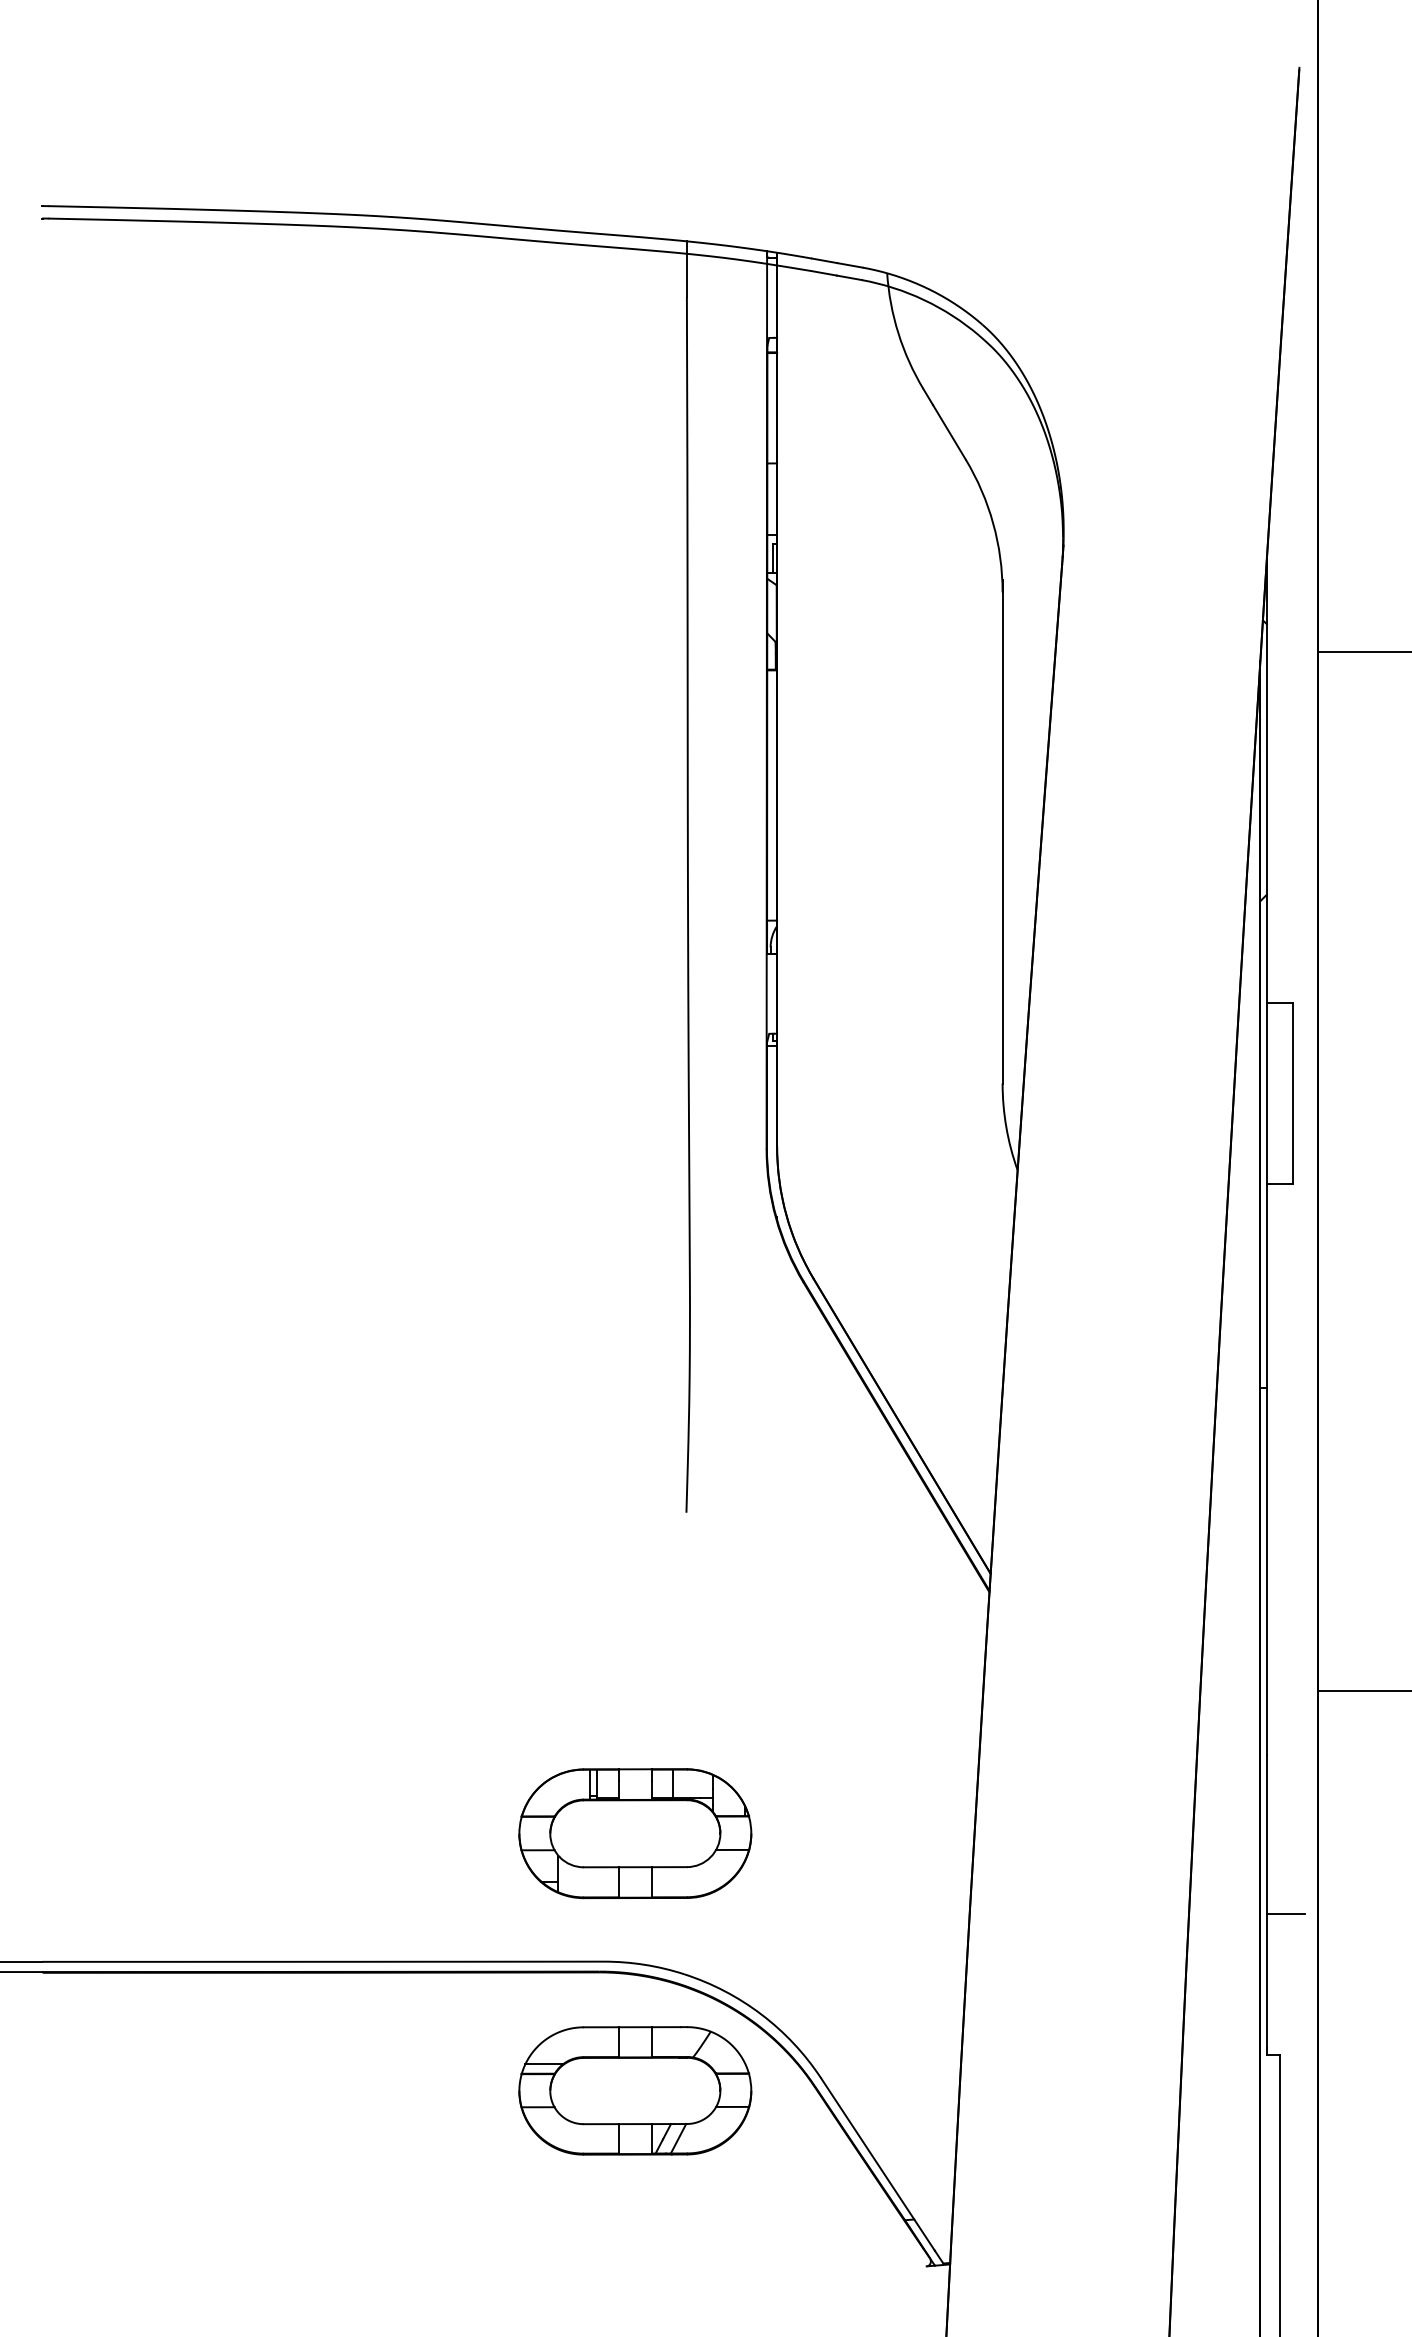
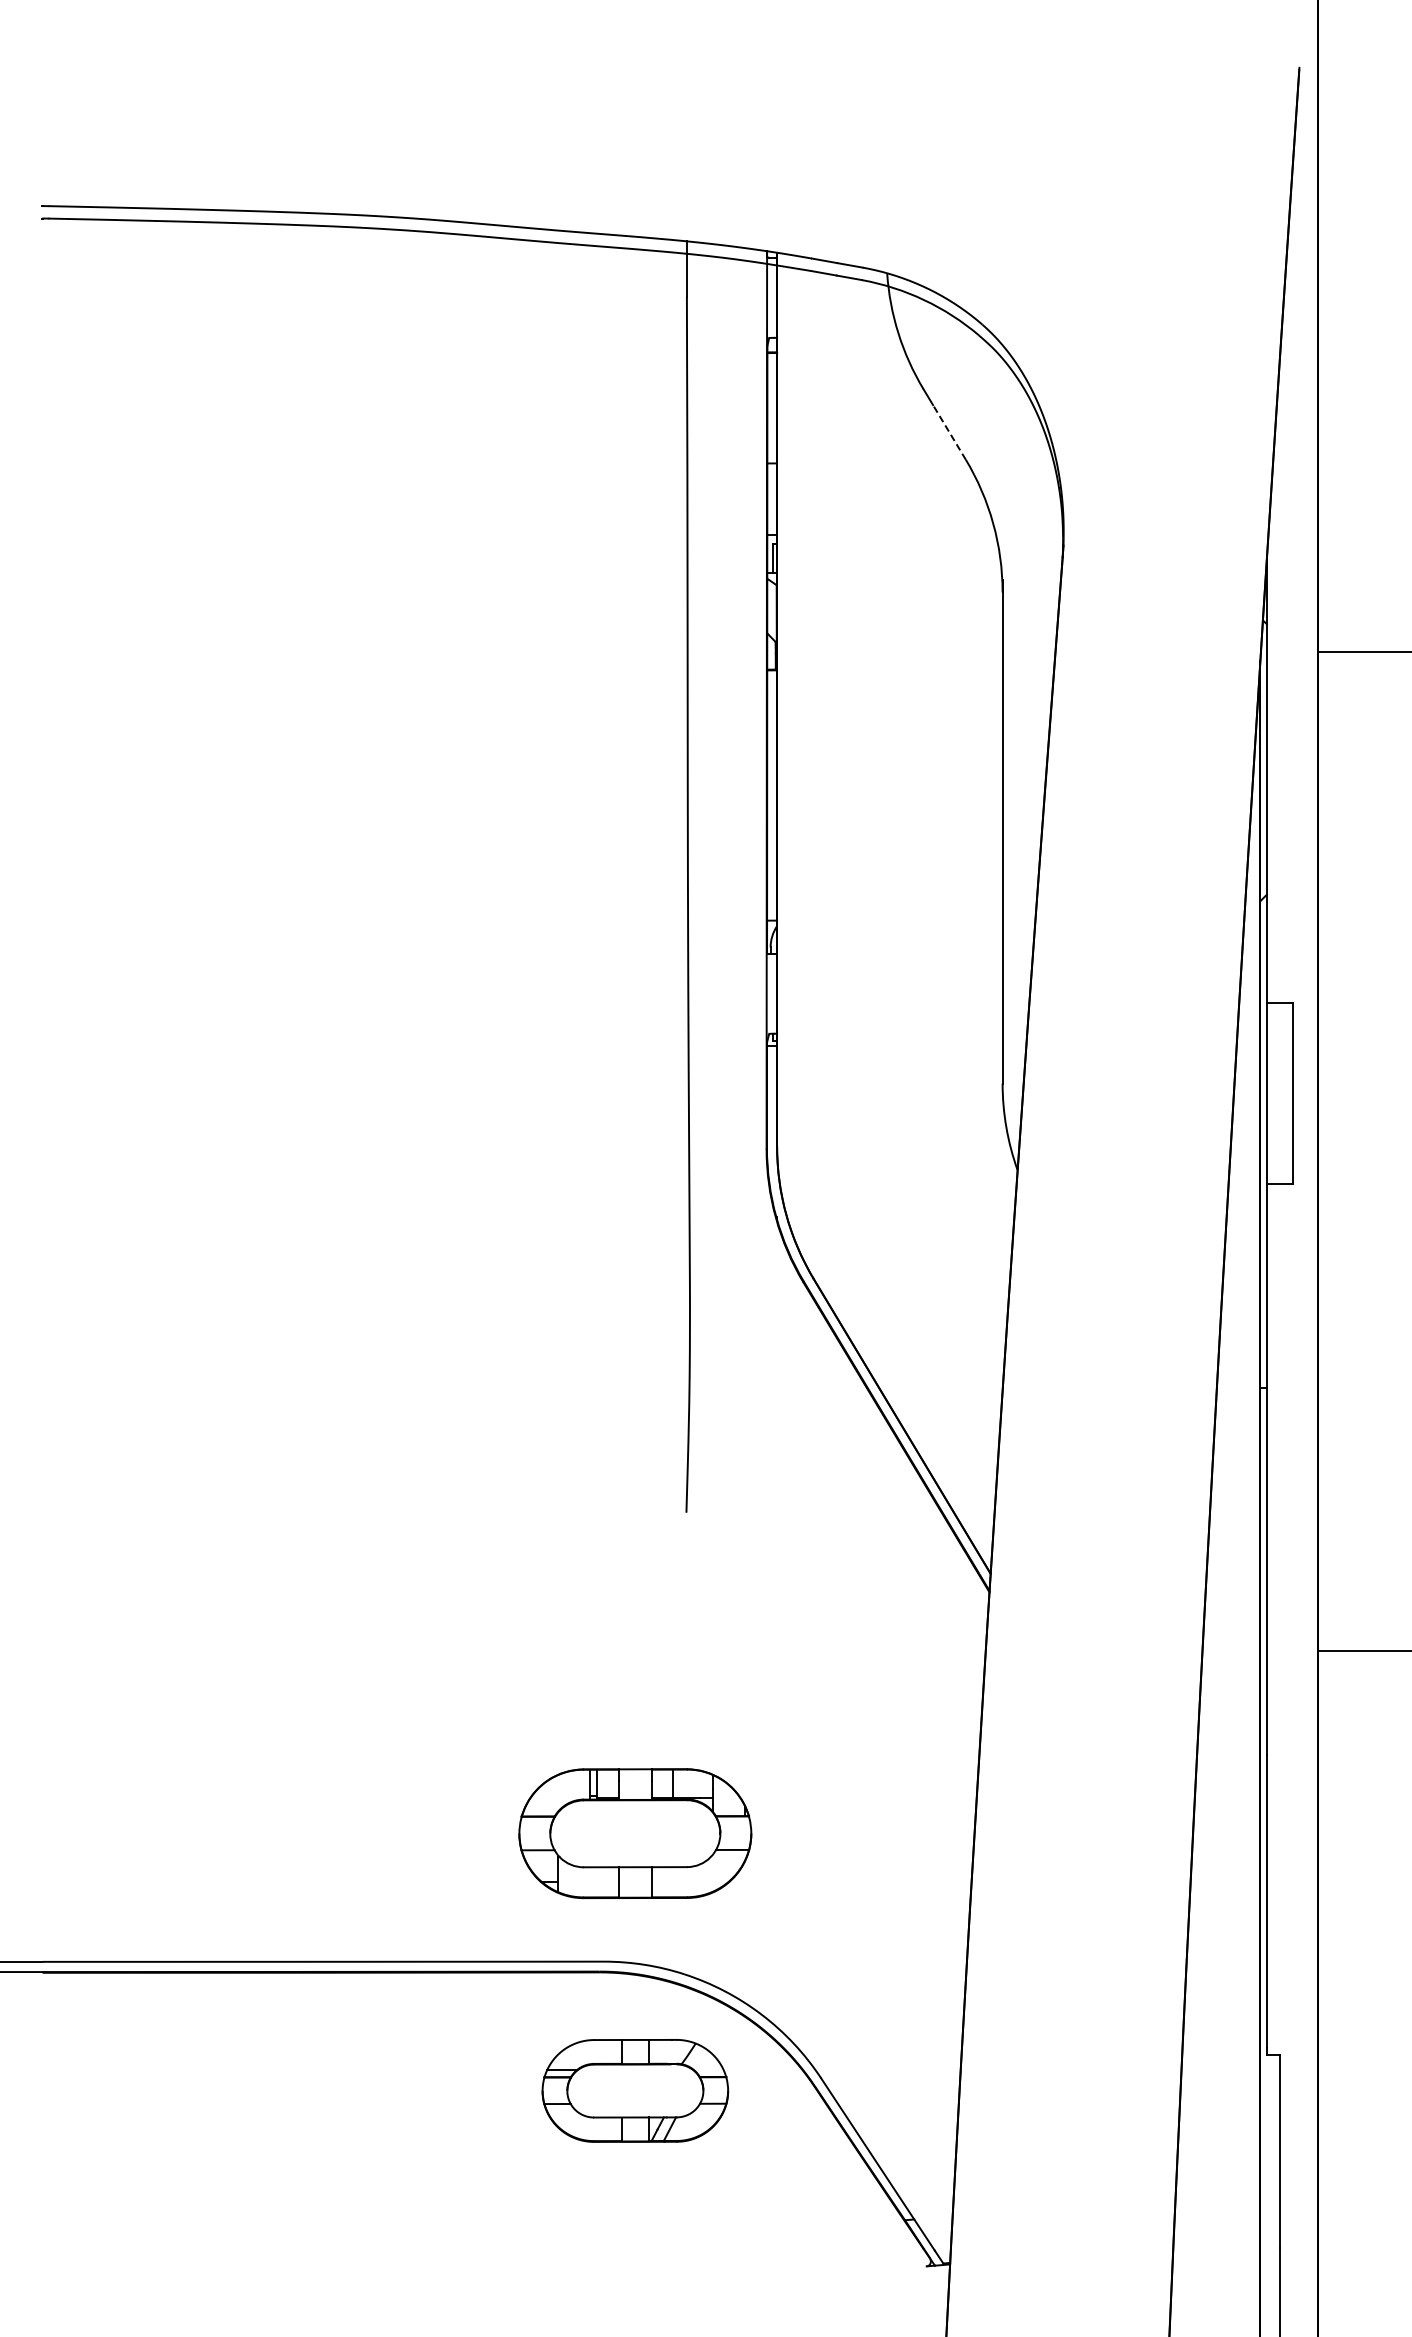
line at (949, 432): solid -> dashed
line at (1363, 1690) position: (1363, 1690) -> (1363, 1650)
line at (1285, 1913): present -> none
part at (635, 2090) size: 235x130 px -> 189x104 px
